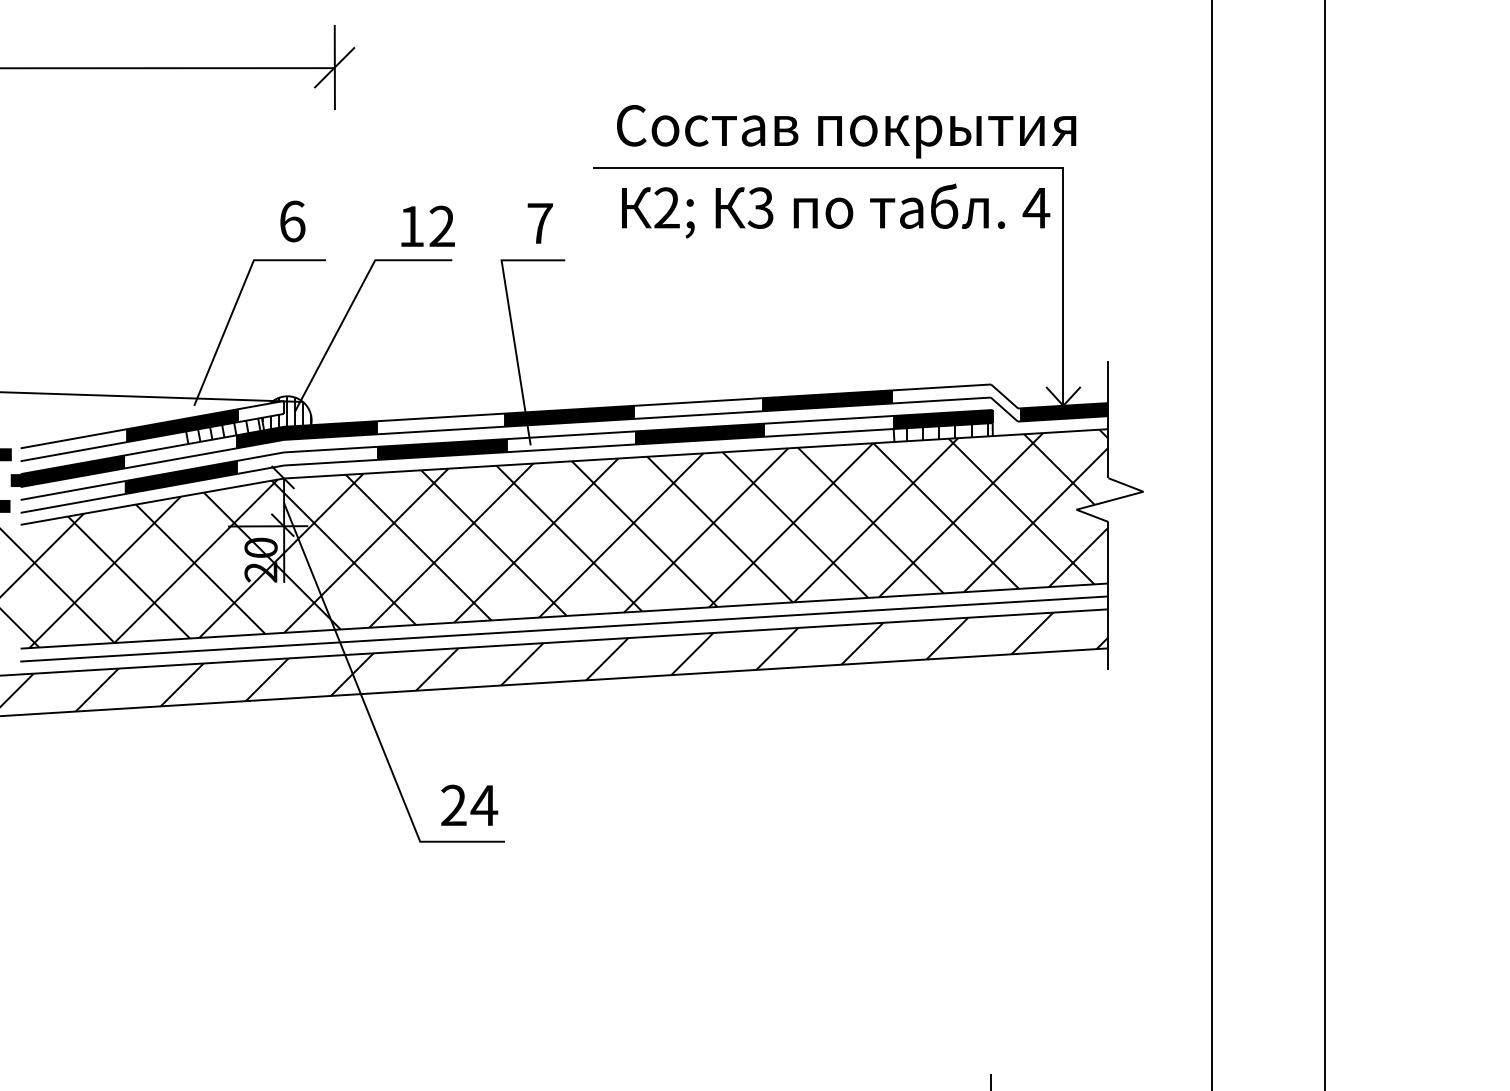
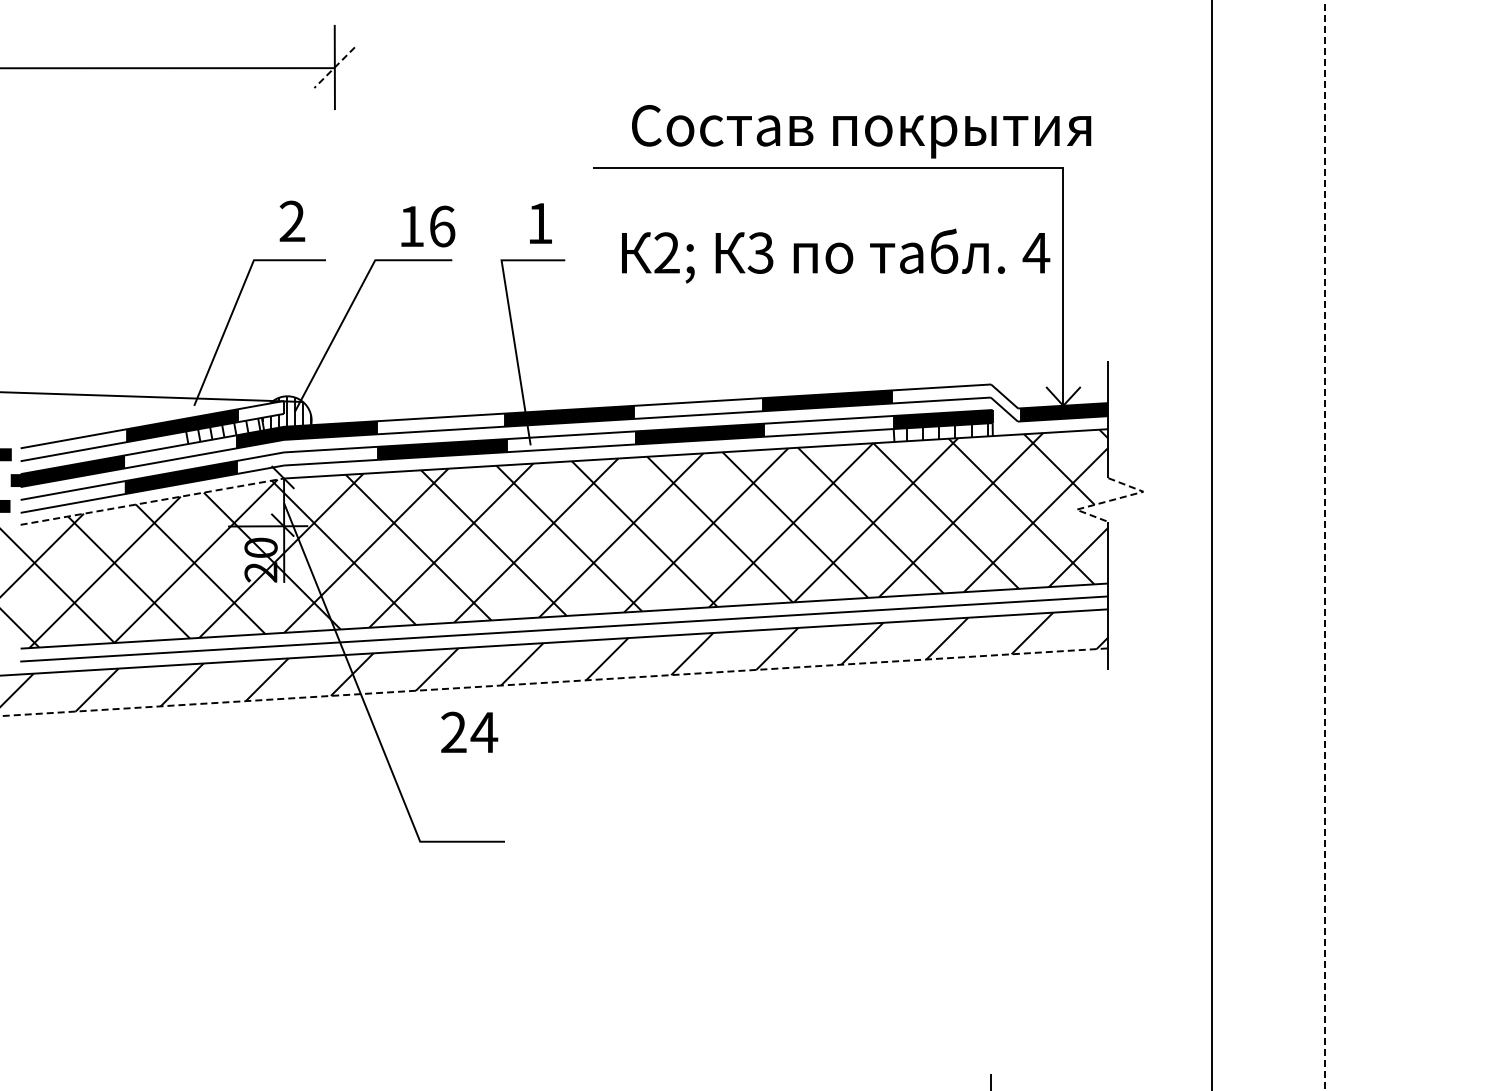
line at (334, 67): solid -> dashed
text at (846, 131) position: (846, 131) -> (861, 131)
text at (836, 210) position: (836, 210) -> (836, 255)
text at (292, 221): 6 -> 2
text at (539, 223): 7 -> 1
text at (442, 226): 12 -> 16
line at (1110, 500): solid -> dashed
line at (152, 501): solid -> dashed
line at (1324, 545): solid -> dashed
line at (554, 682): solid -> dashed
text at (469, 804) position: (469, 804) -> (469, 731)
